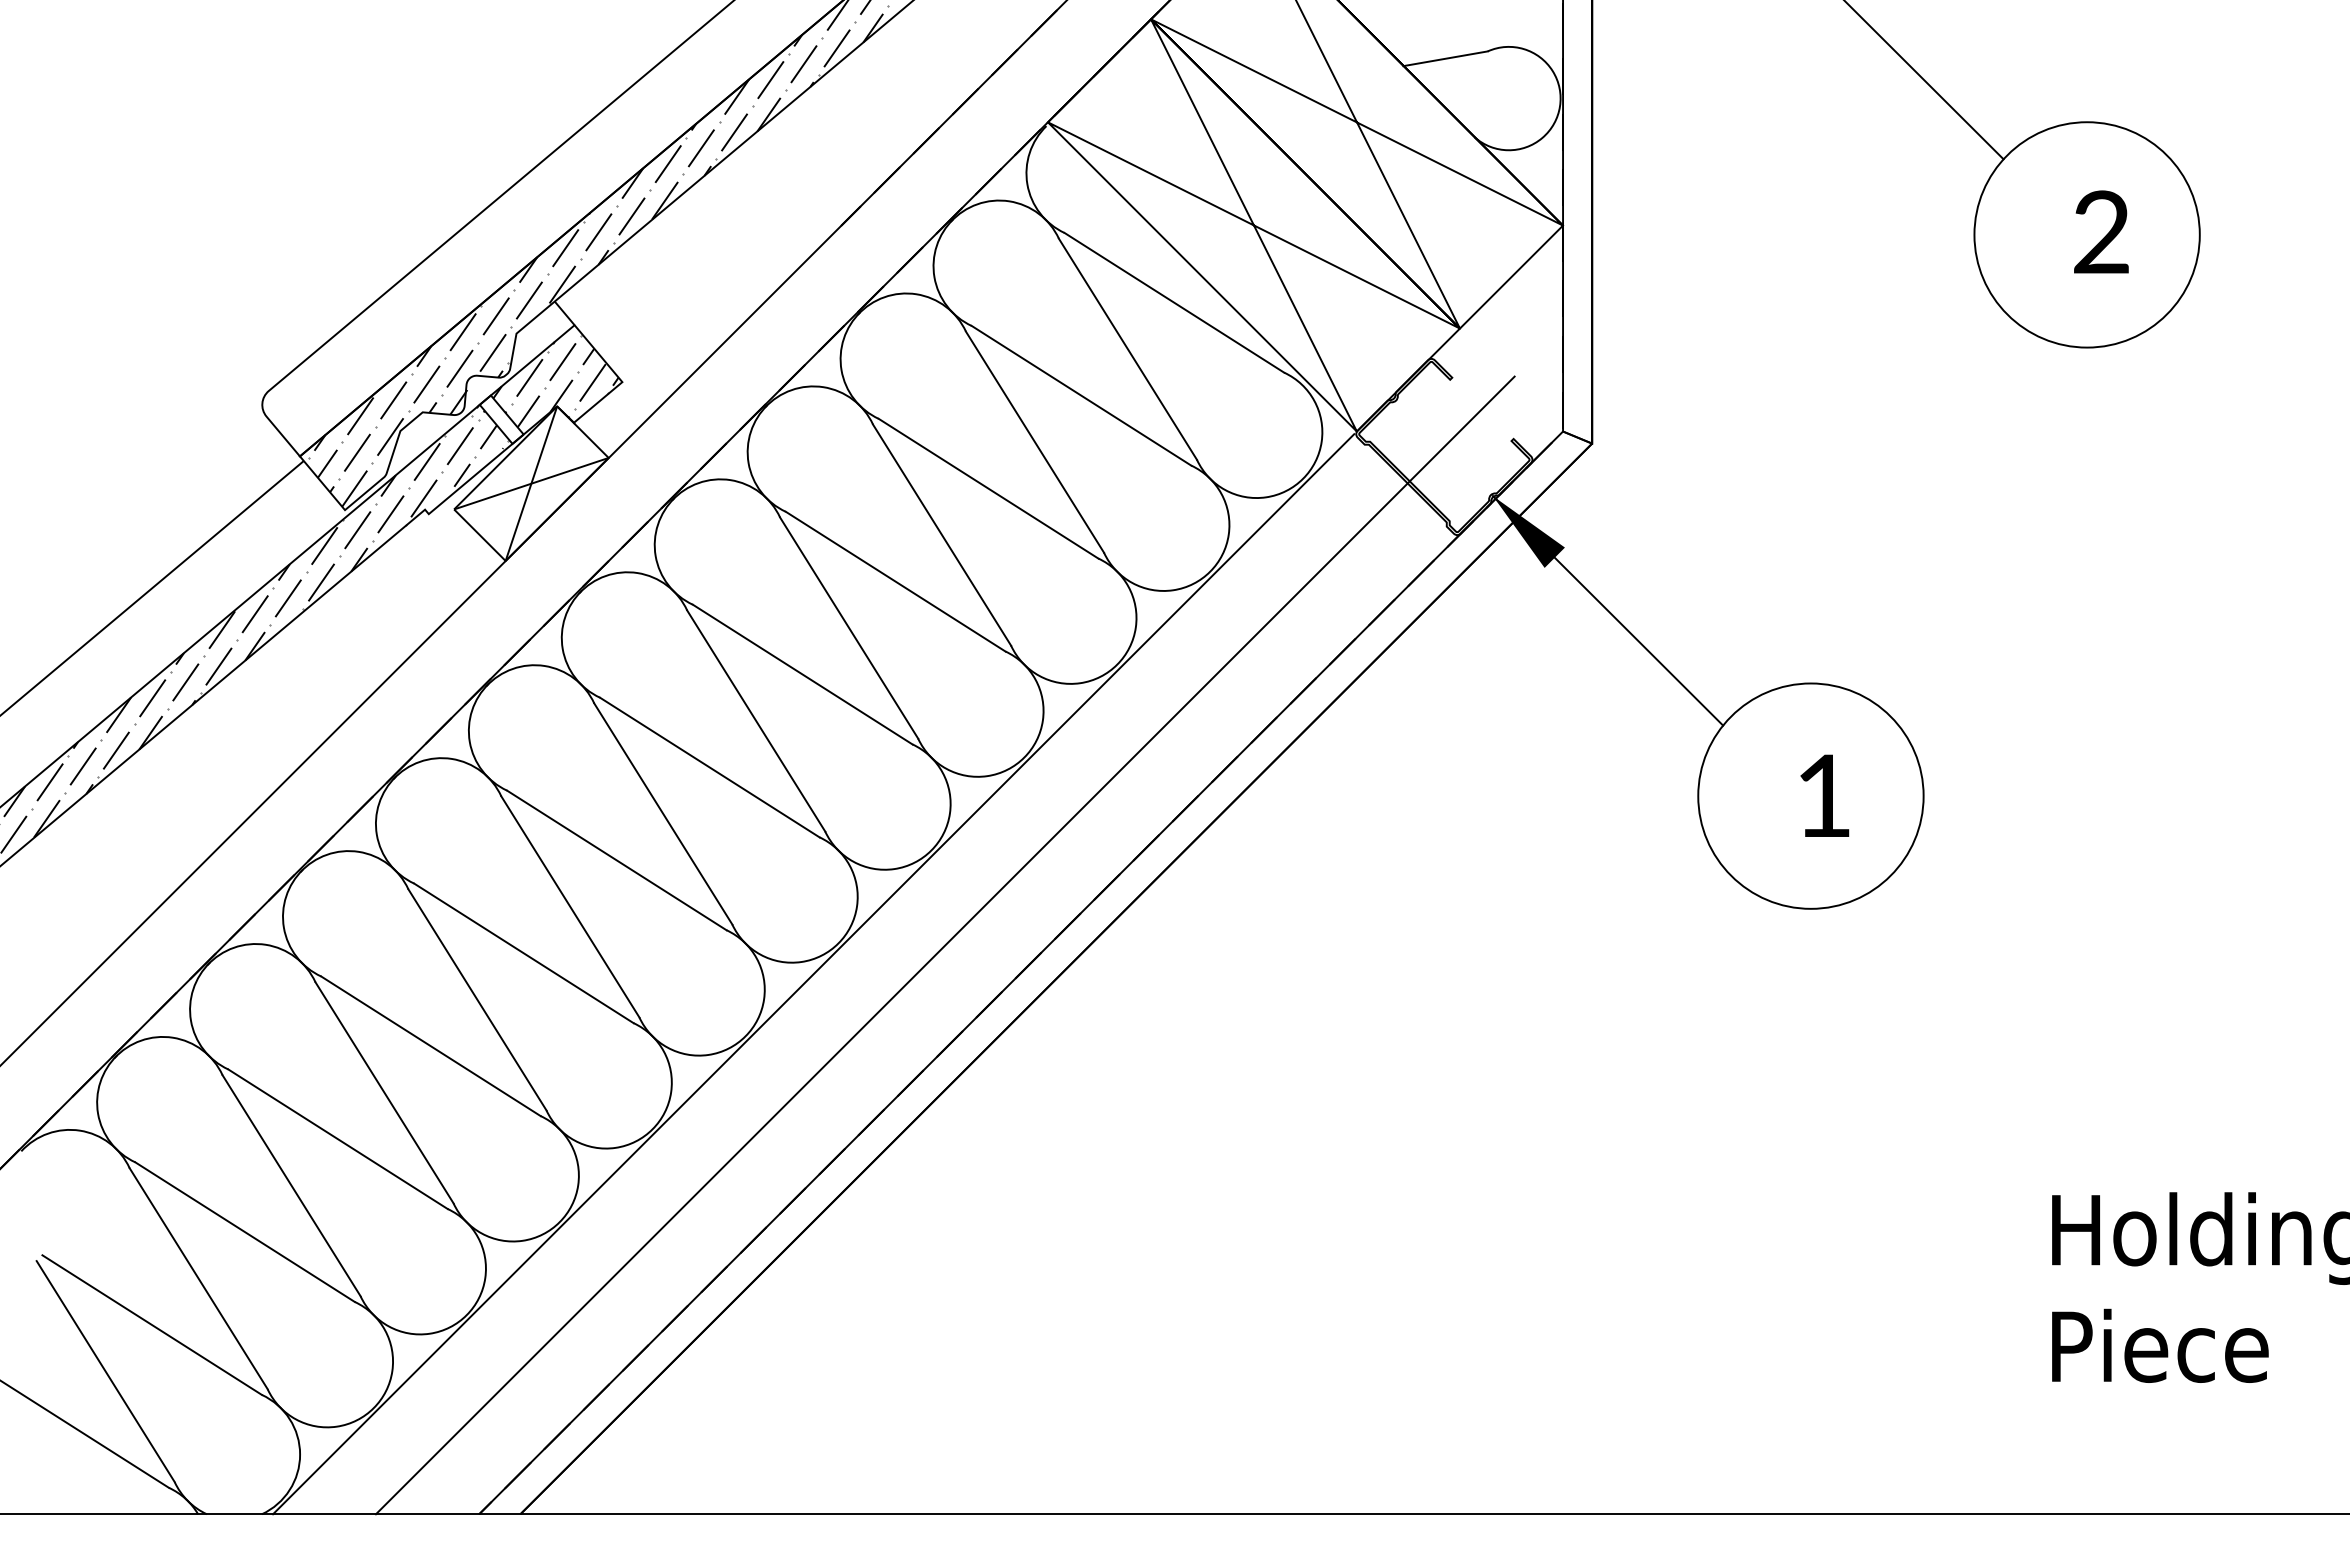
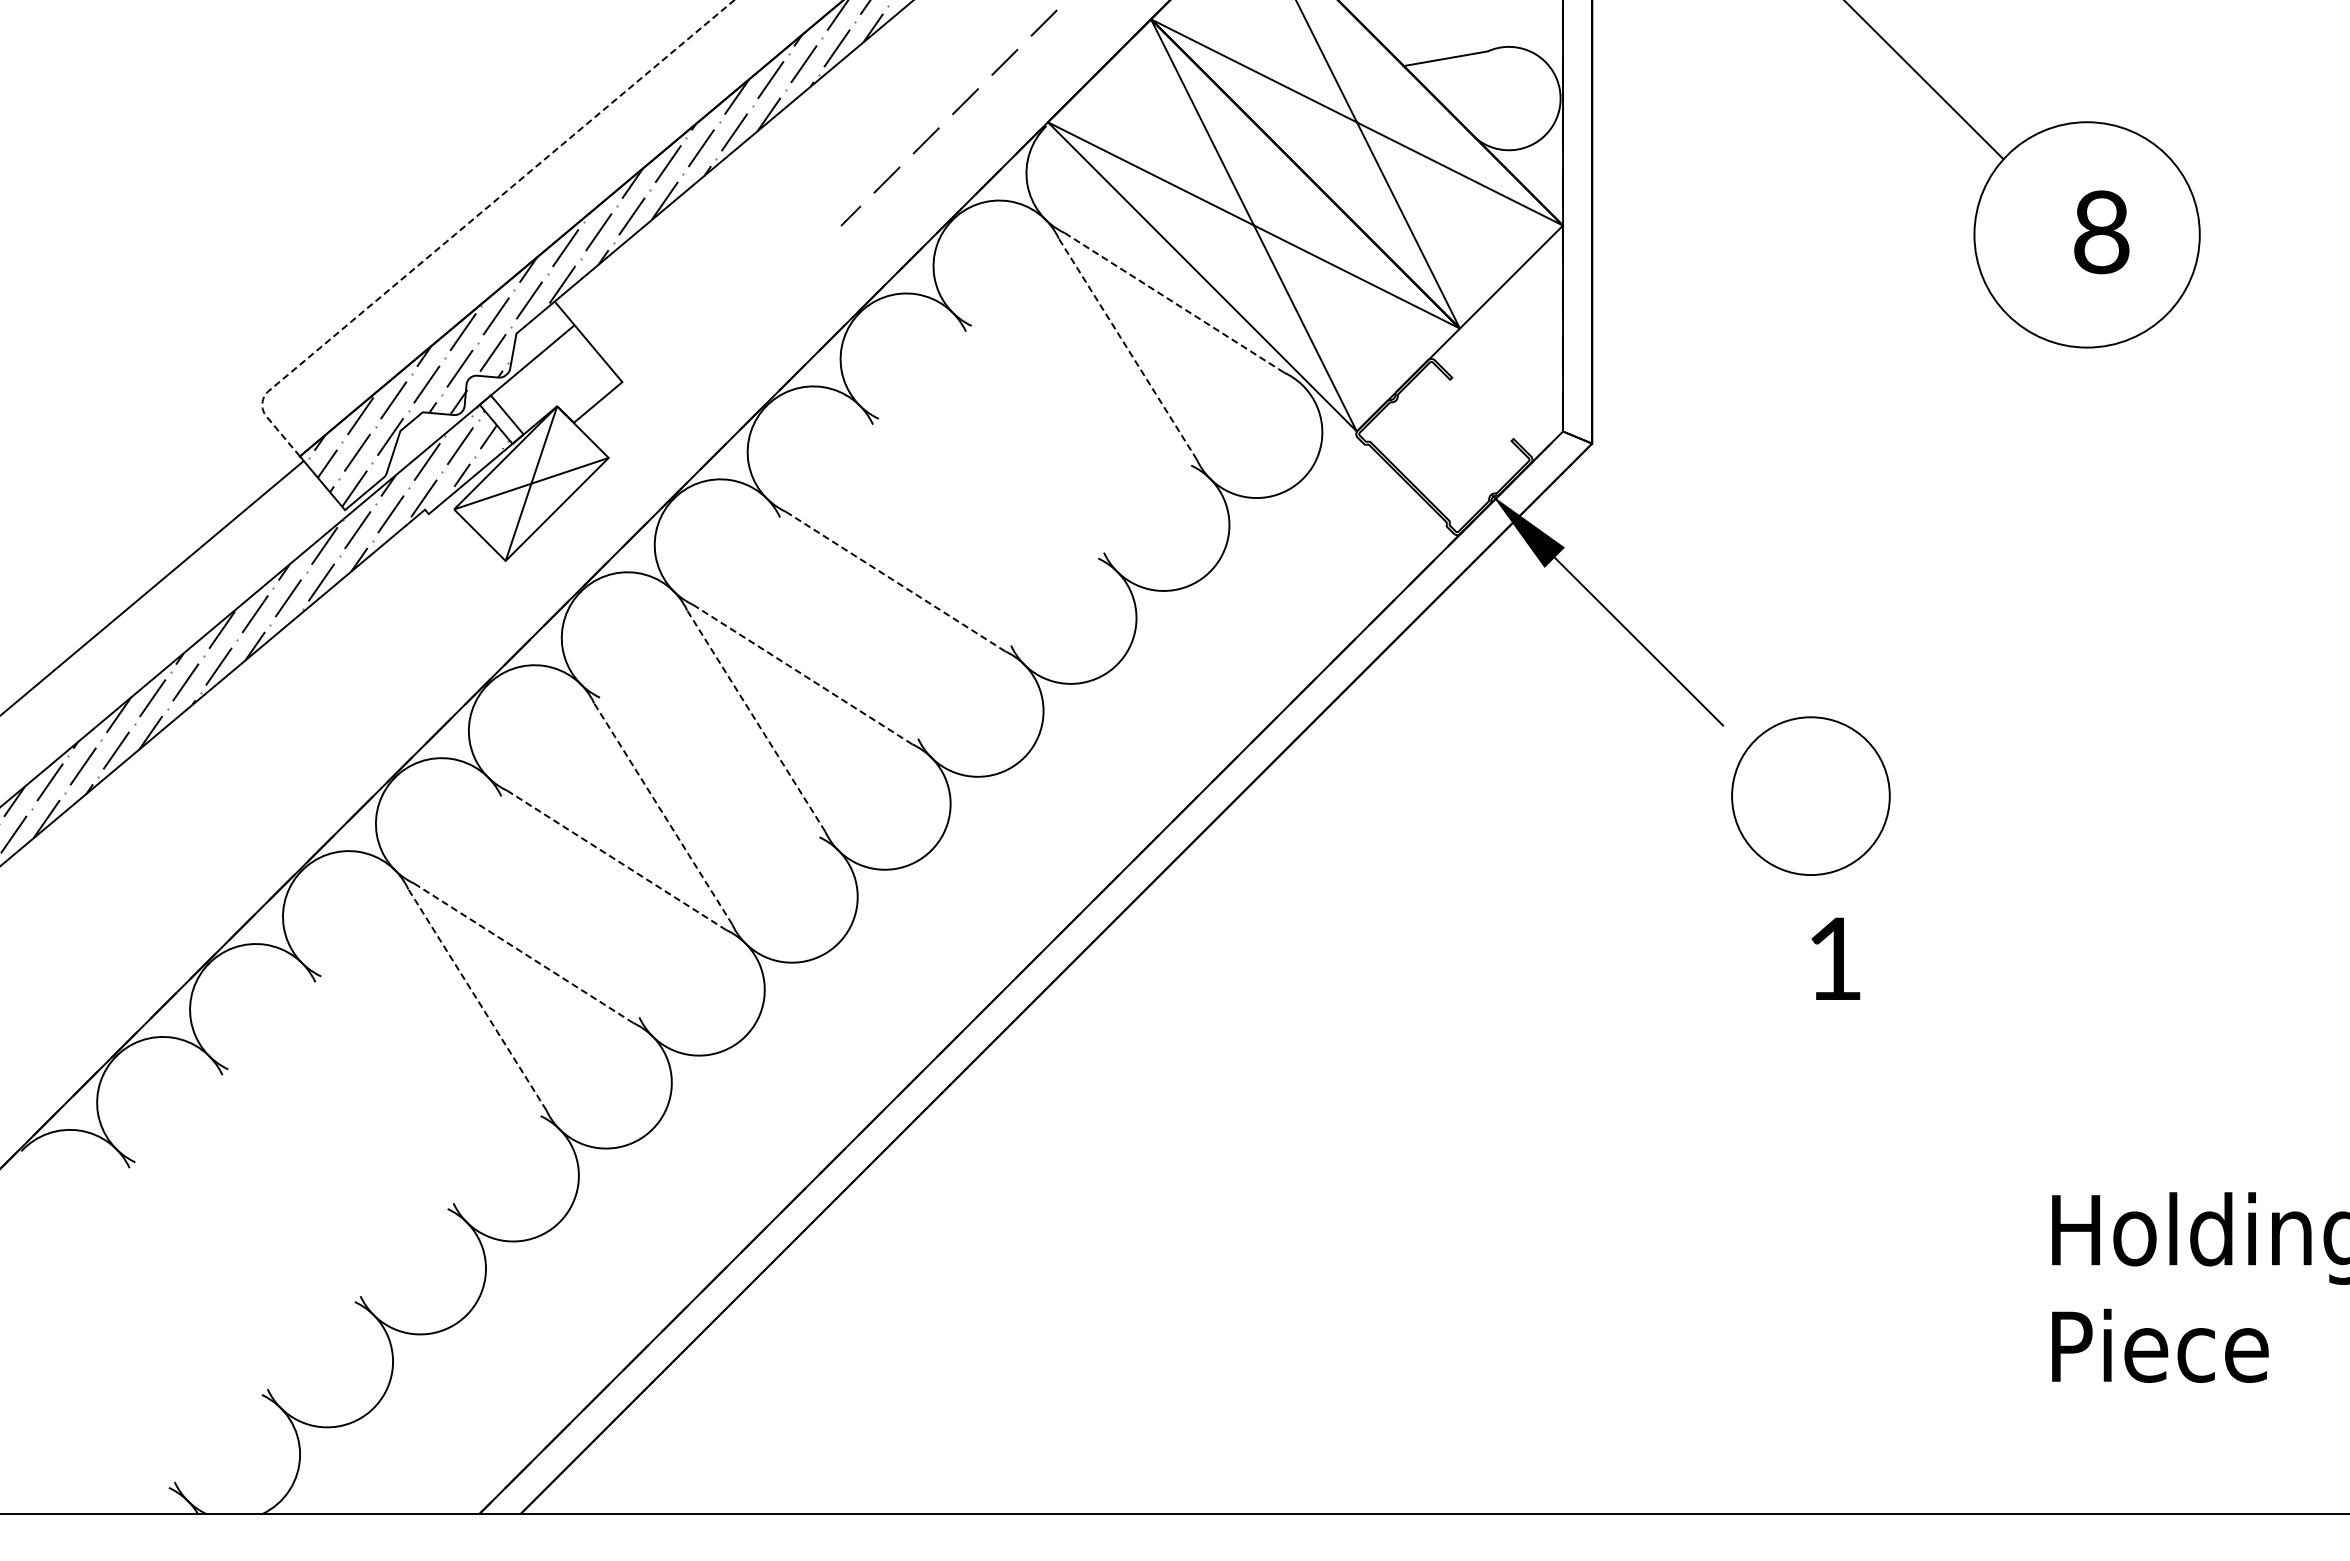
line at (467, 223): solid -> dashed
text at (2101, 232): 2 -> 8
line at (1174, 303): solid -> dashed
line at (1127, 348): solid -> dashed
hatch at (555, 381): present -> none
line at (1081, 395): present -> none
line at (1035, 441): present -> none
line at (988, 488): present -> none
line at (533, 533): present -> none
line at (942, 534): present -> none
line at (896, 581): solid -> dashed
line at (849, 627): present -> none
line at (803, 674): solid -> dashed
line at (755, 720): solid -> dashed
line at (709, 767): present -> none
circle at (1810, 795) diameter: 225 px -> 158 px
text at (1824, 795) position: (1824, 795) -> (1835, 958)
line at (663, 813): solid -> dashed
line at (617, 860): solid -> dashed
line at (570, 906): present -> none
line at (944, 945): present -> none
line at (524, 953): solid -> dashed
line at (813, 974): present -> none
line at (477, 999): solid -> dashed
line at (430, 1046): present -> none
line at (384, 1092): present -> none
line at (337, 1139): present -> none
line at (291, 1185): present -> none
line at (244, 1231): present -> none
line at (198, 1278): present -> none
line at (151, 1324): present -> none
line at (105, 1371): present -> none
line at (85, 1434): present -> none
